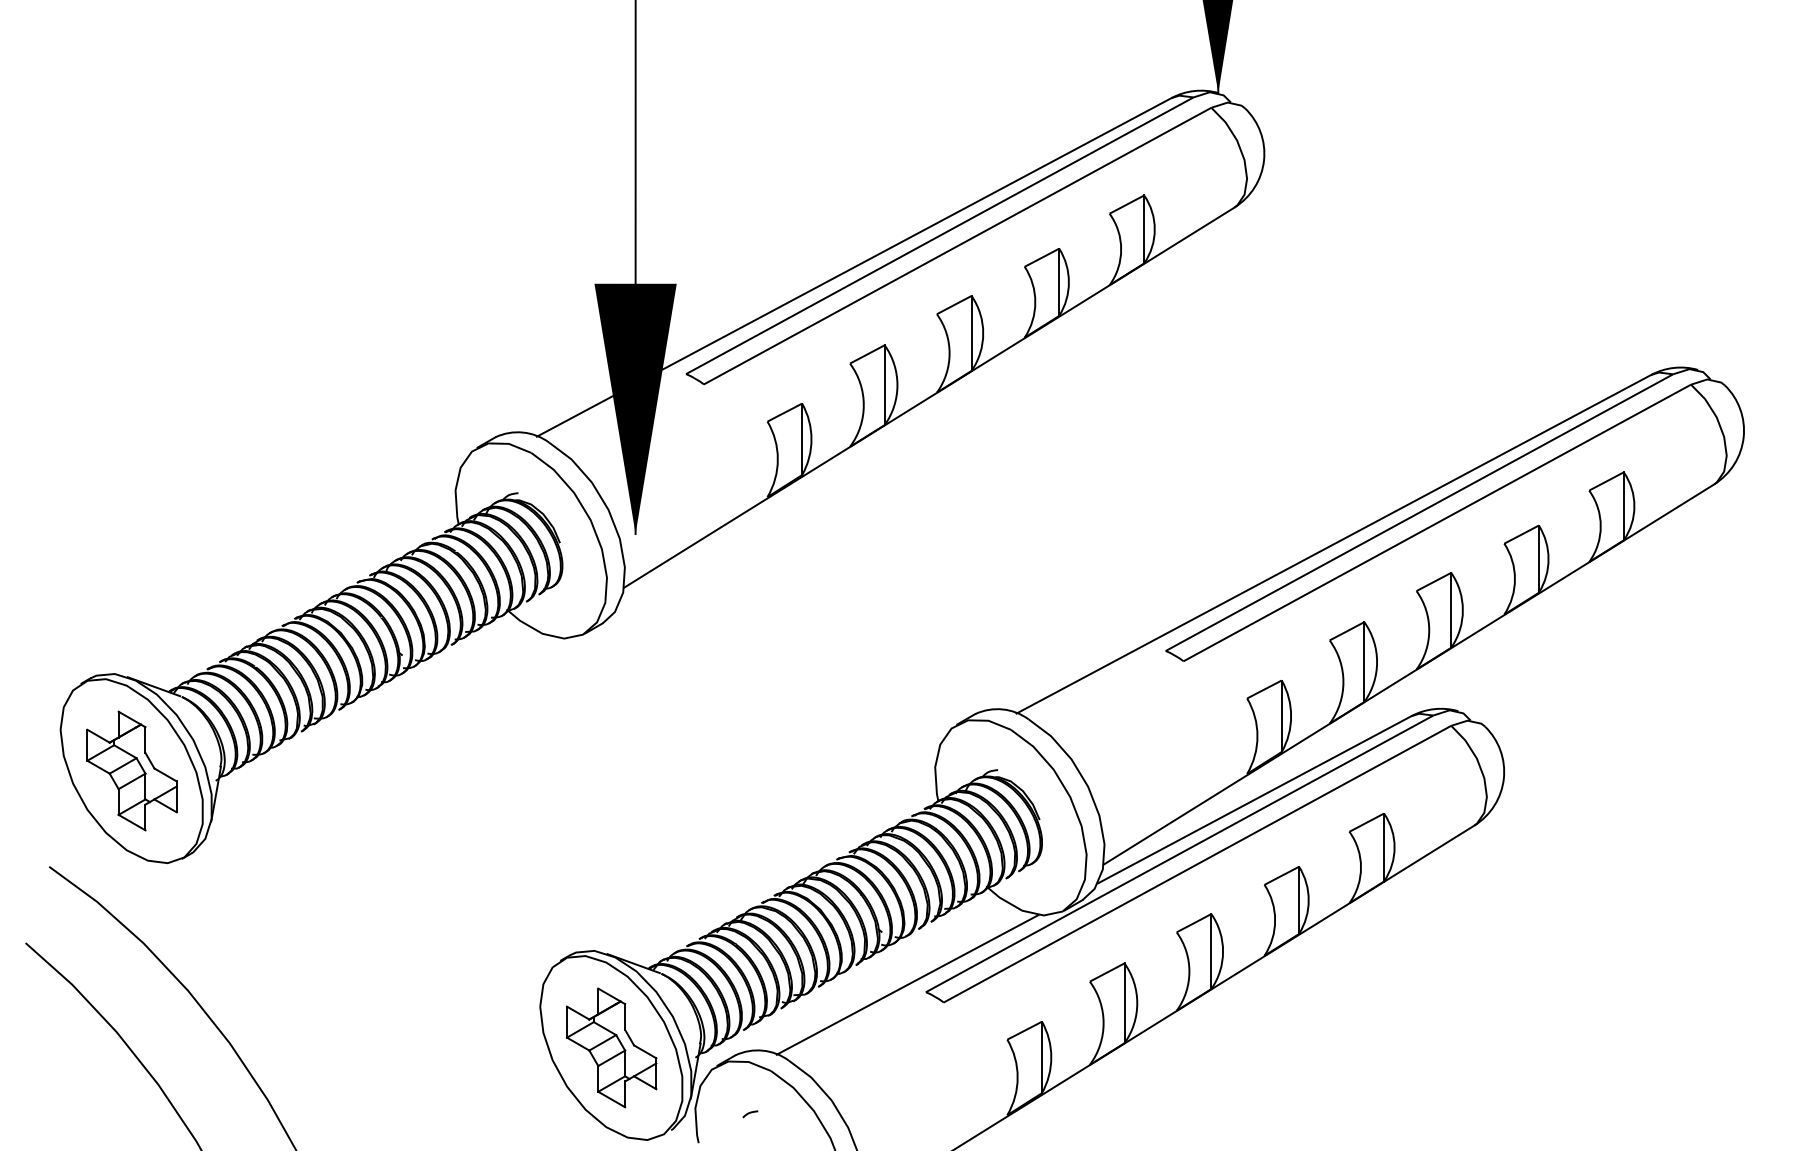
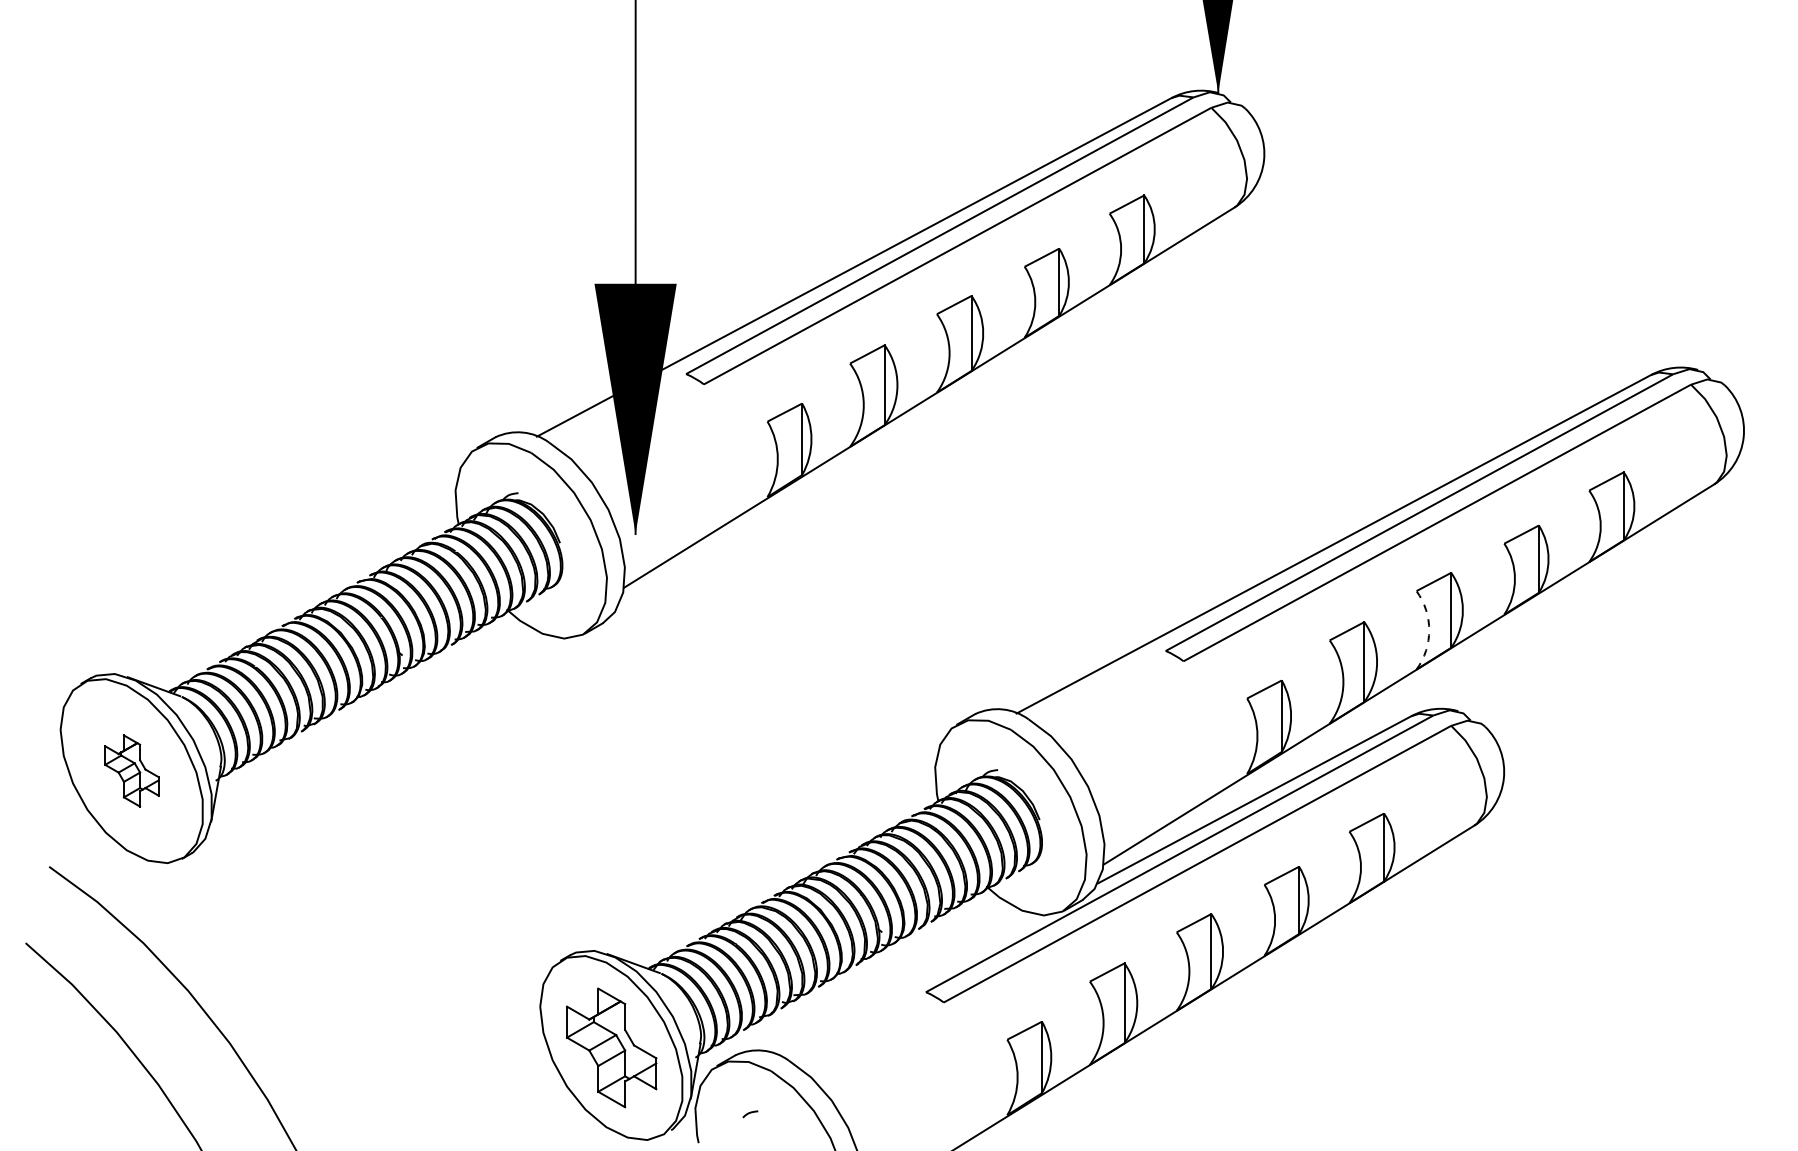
arc at (1429, 630): solid -> dashed
part at (131, 770) size: 92x122 px -> 56x74 px
line at (907, 984): present -> none
